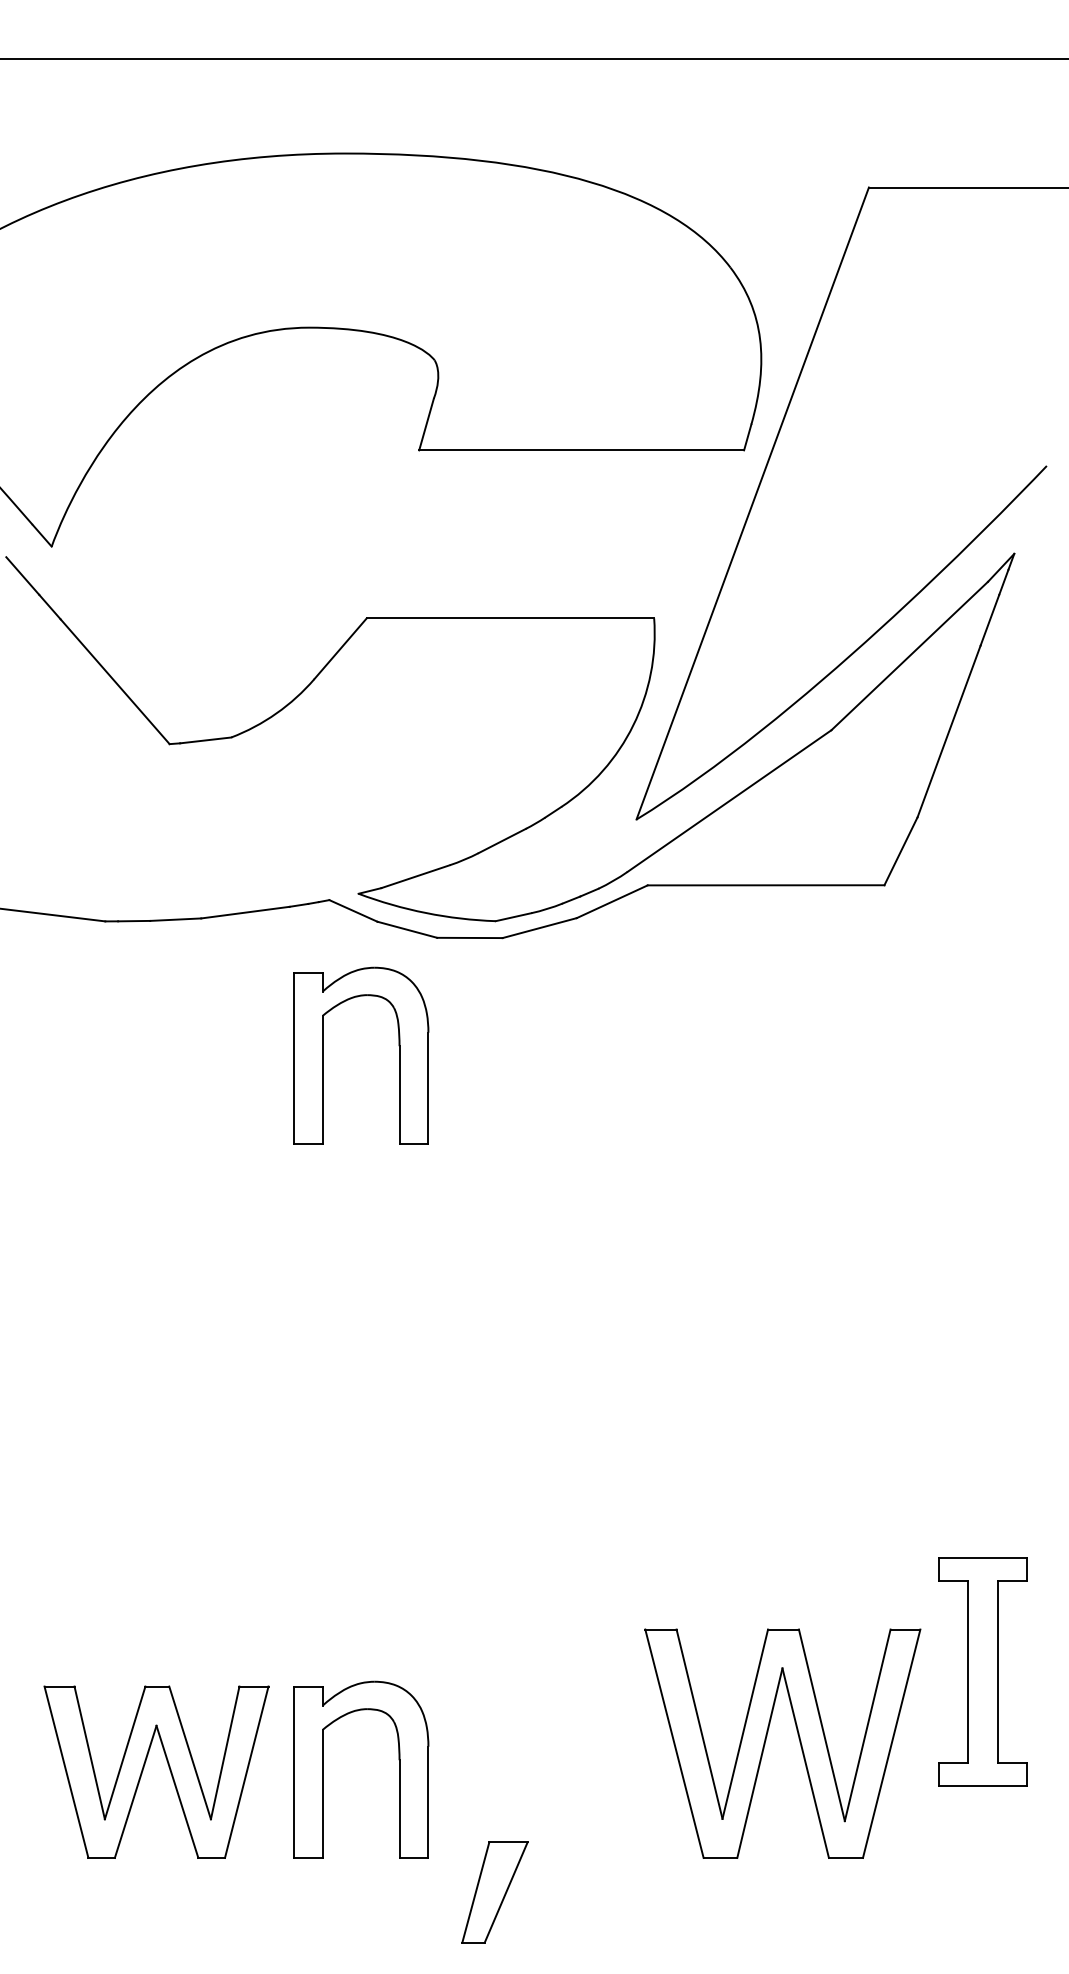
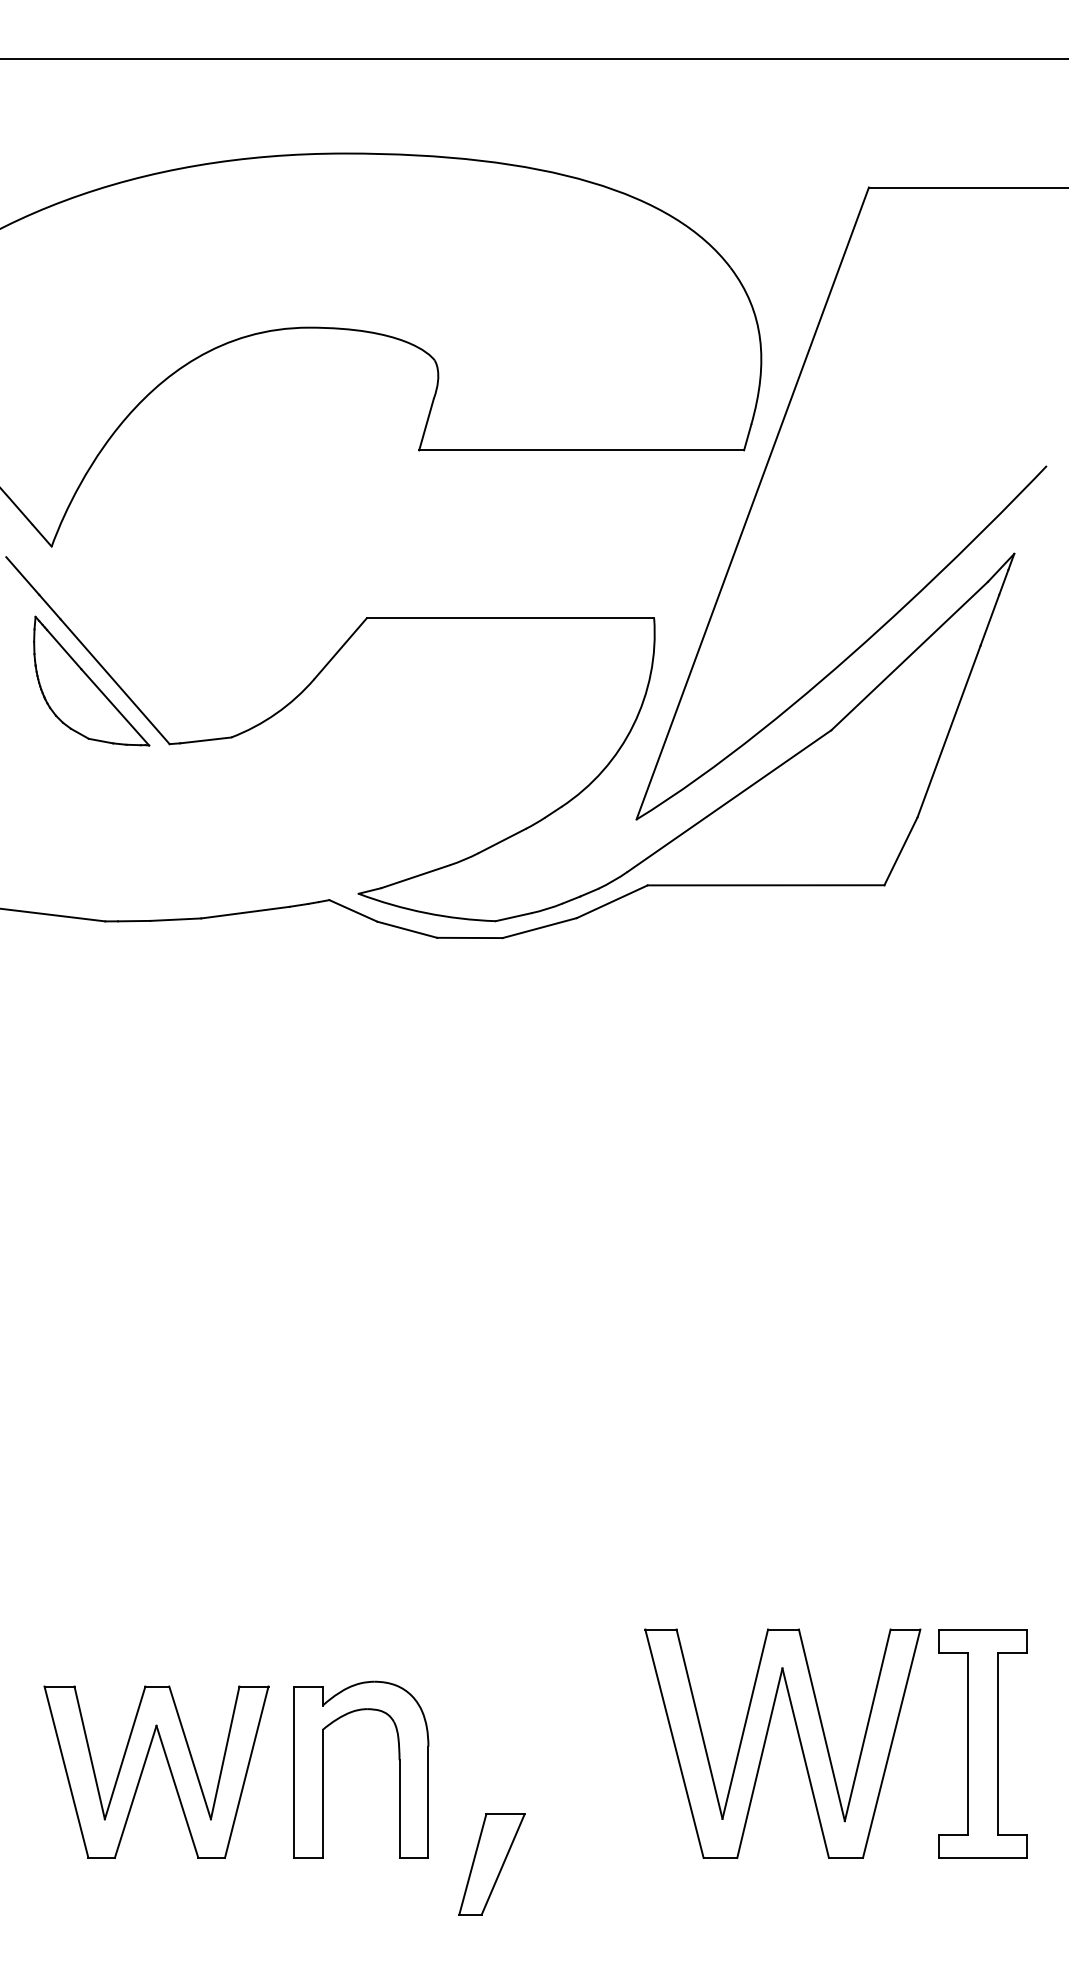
part at (91, 680): none -> present
part at (323, 1055): present -> none
part at (982, 1671) position: (982, 1671) -> (982, 1743)
part at (494, 1892) position: (494, 1892) -> (491, 1864)
